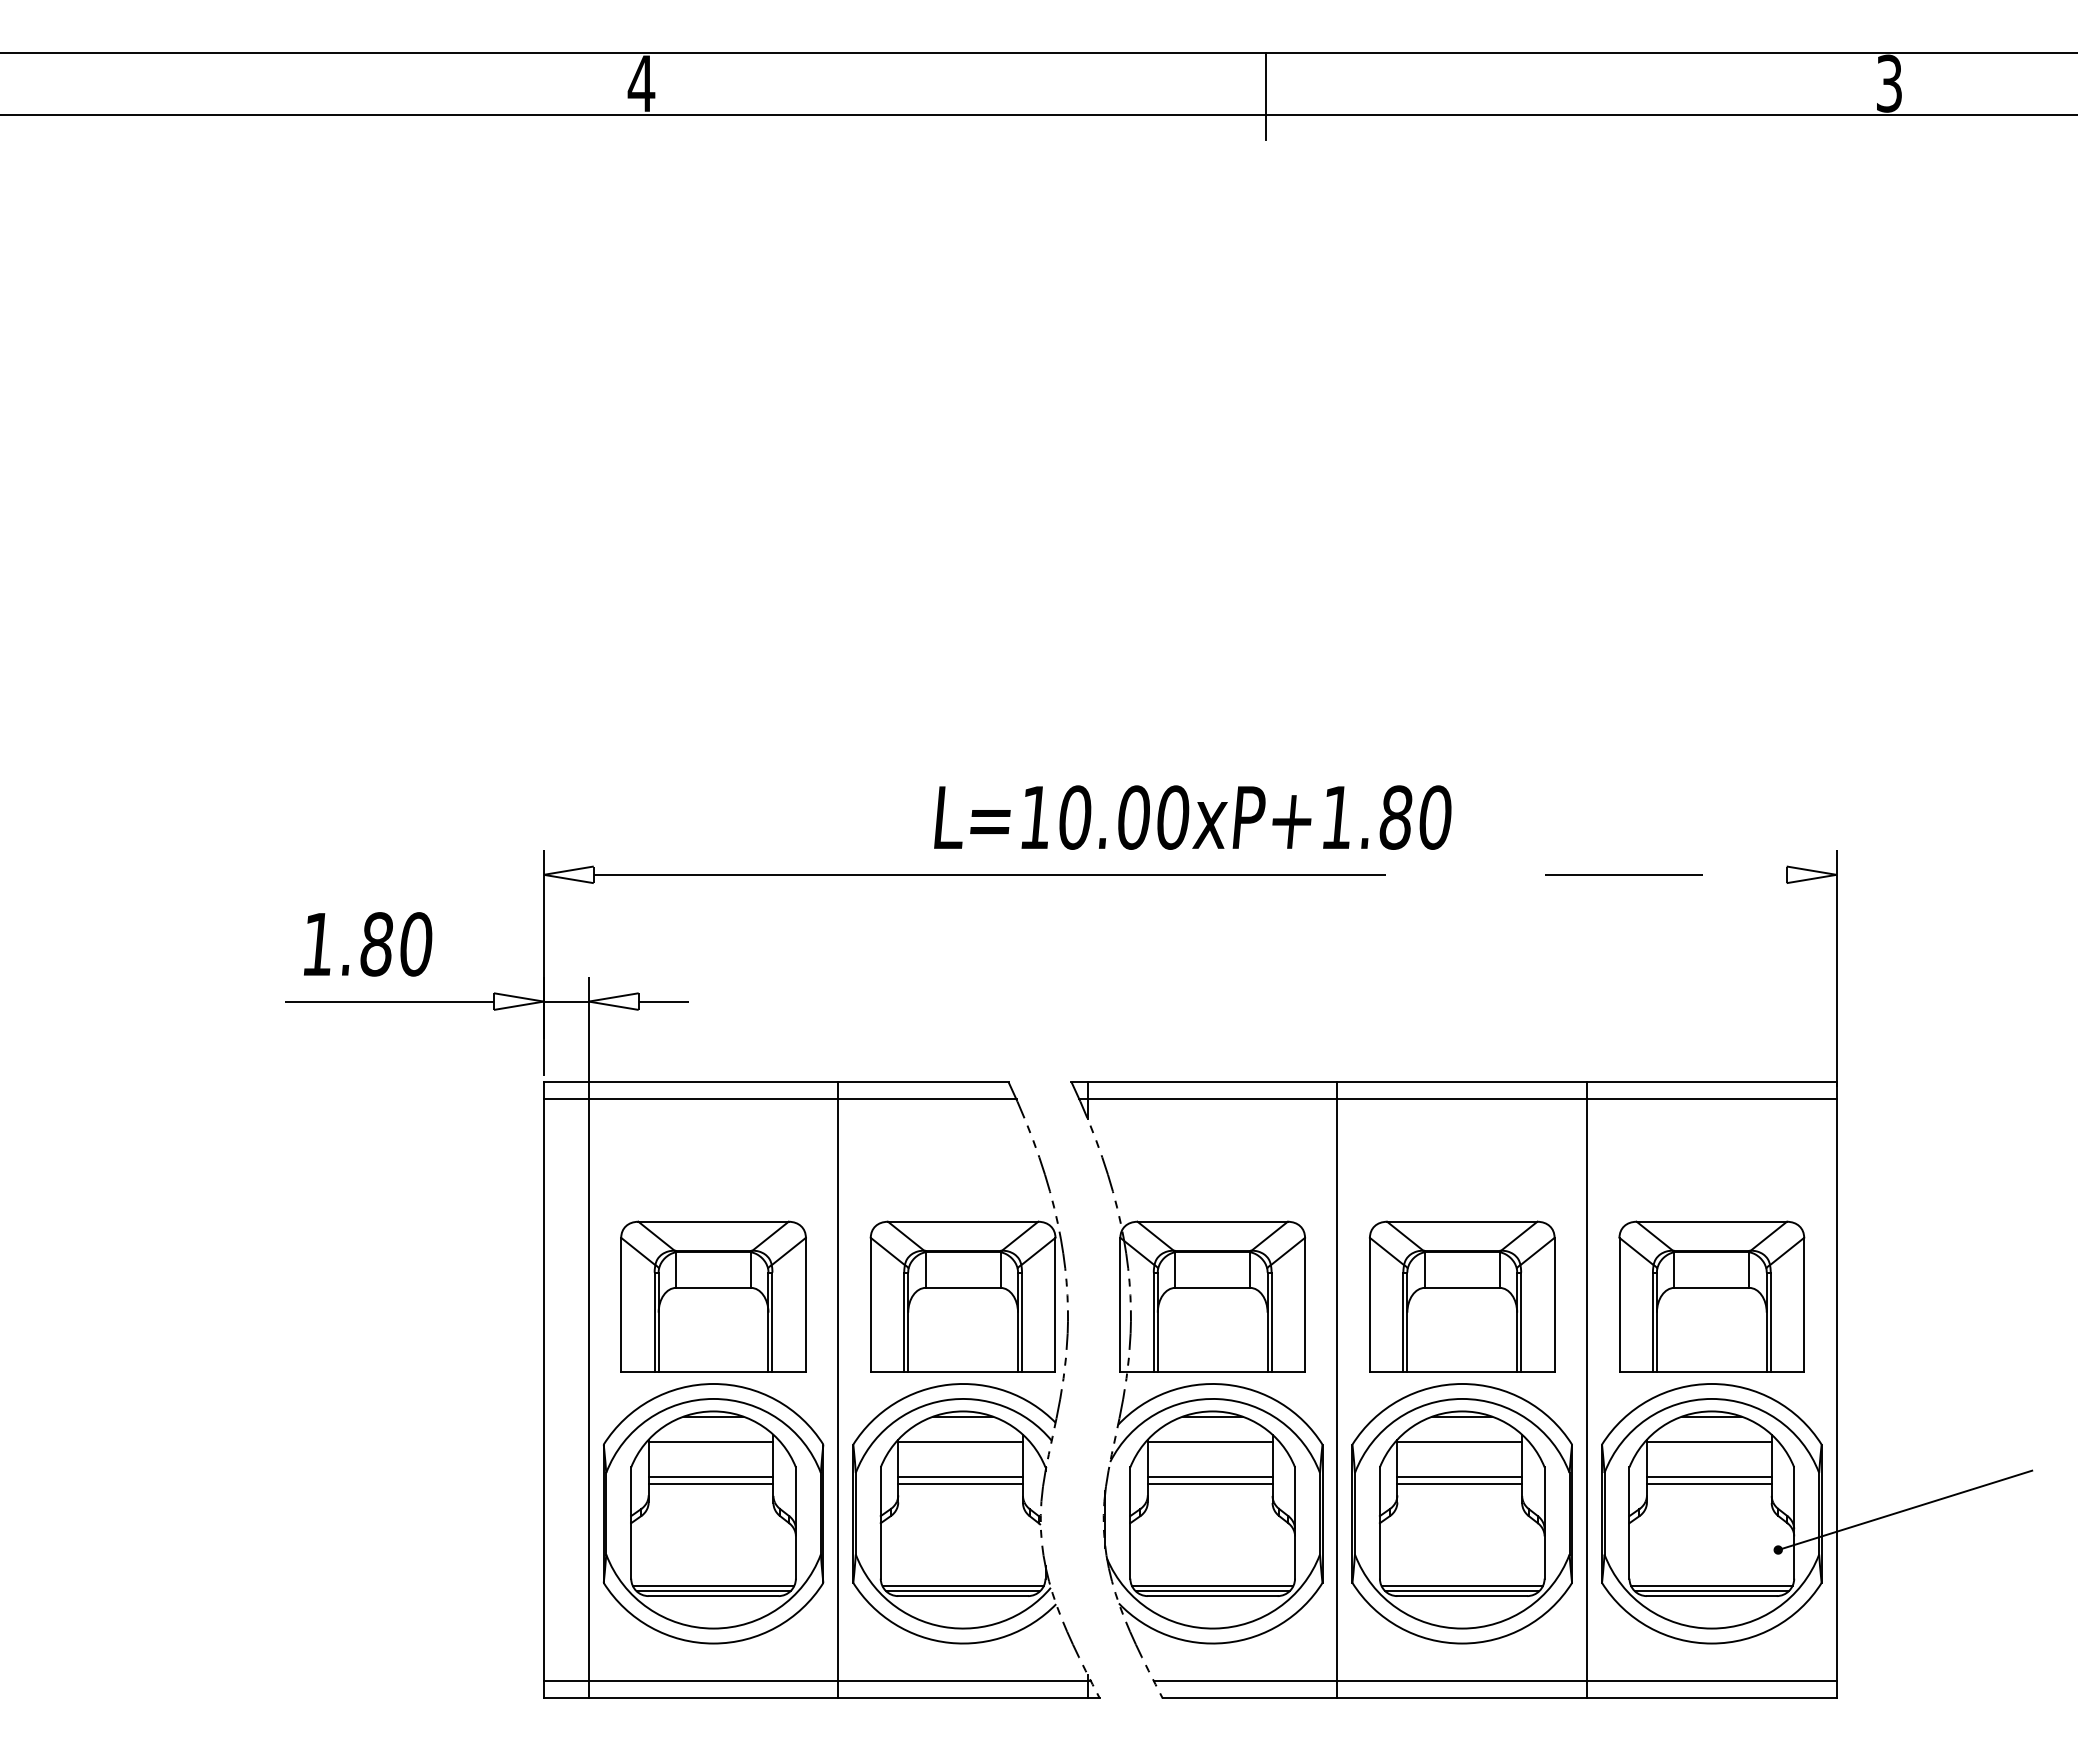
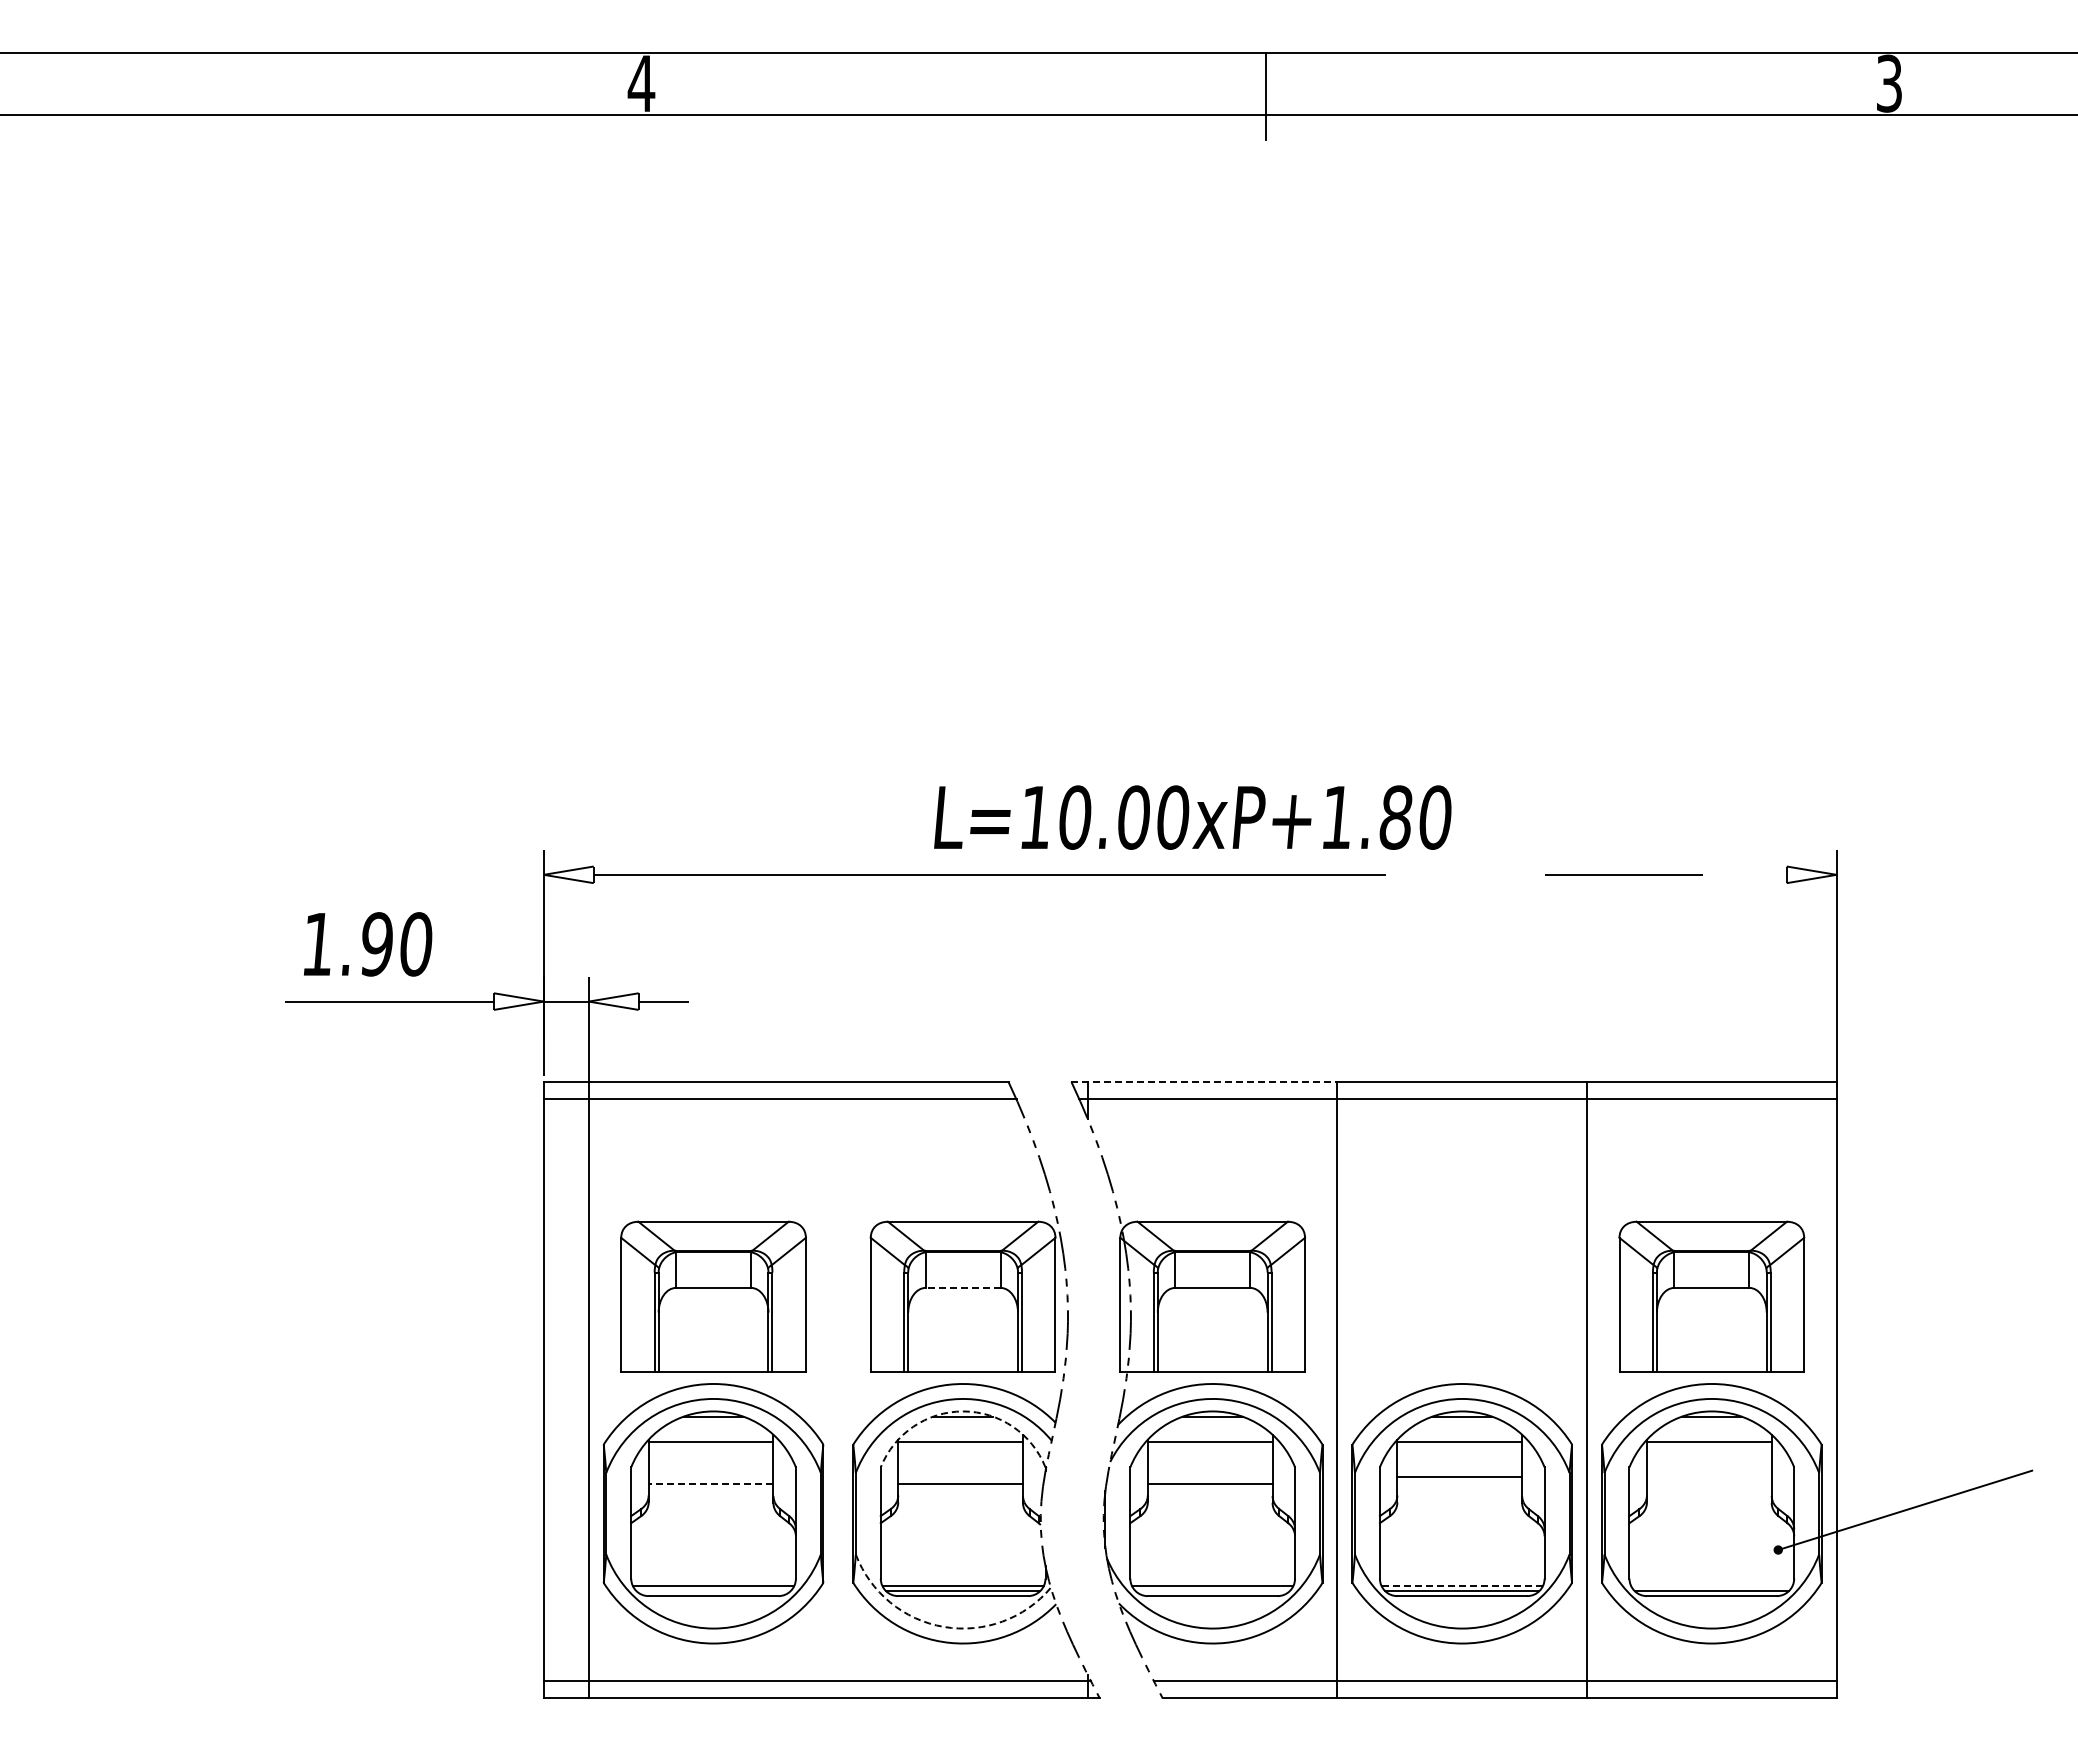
text at (376, 944): 1.80 -> 1.90
line at (1204, 1082): solid -> dashed
line at (962, 1287): solid -> dashed
part at (1462, 1296): present -> none
line at (838, 1390): present -> none
arc at (963, 1411): solid -> dashed
line at (710, 1477): present -> none
line at (960, 1477): present -> none
line at (1209, 1477): present -> none
line at (1708, 1477): present -> none
line at (710, 1484): solid -> dashed
line at (1459, 1484): present -> none
line at (1708, 1484): present -> none
line at (1462, 1586): solid -> dashed
line at (1711, 1586): present -> none
line at (713, 1591): present -> none
line at (1212, 1591): present -> none
arc at (943, 1626): solid -> dashed
